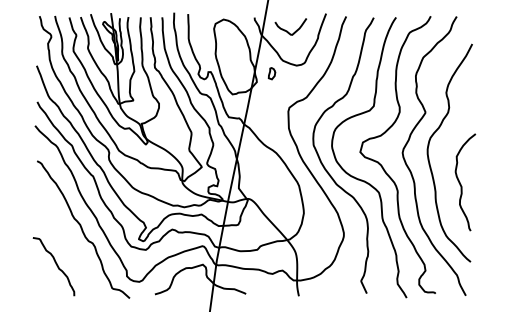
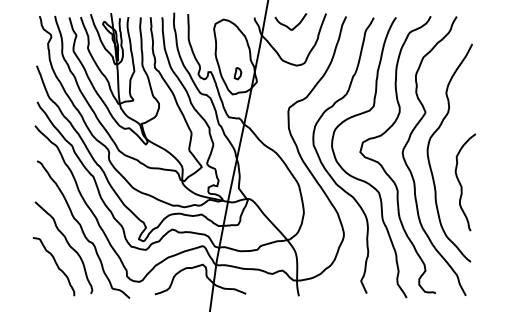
curve at (287, 30) position: (287, 30) -> (287, 25)
part at (271, 73) position: (271, 73) -> (237, 73)
curve at (67, 244): none -> present
